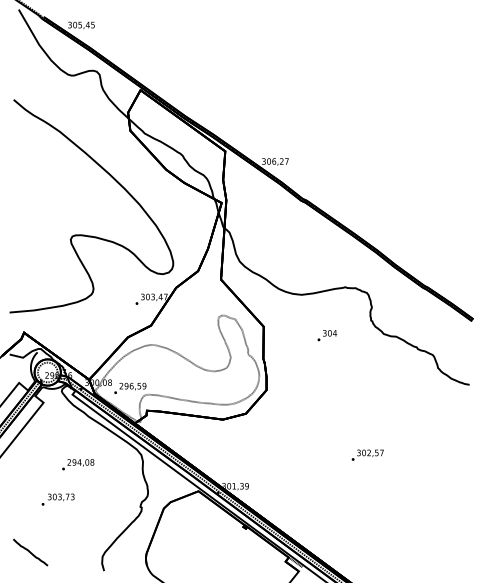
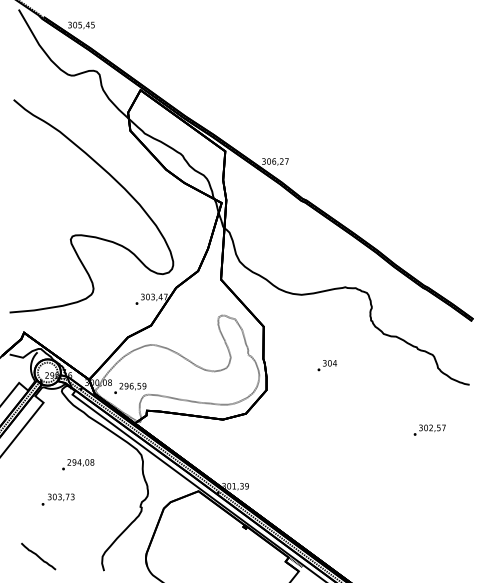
text at (326, 335) position: (326, 335) -> (326, 365)
text at (367, 454) position: (367, 454) -> (429, 429)
line at (30, 552) position: (30, 552) -> (38, 556)
